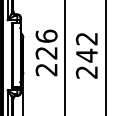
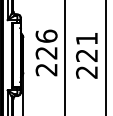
text at (86, 47): 242 -> 221
